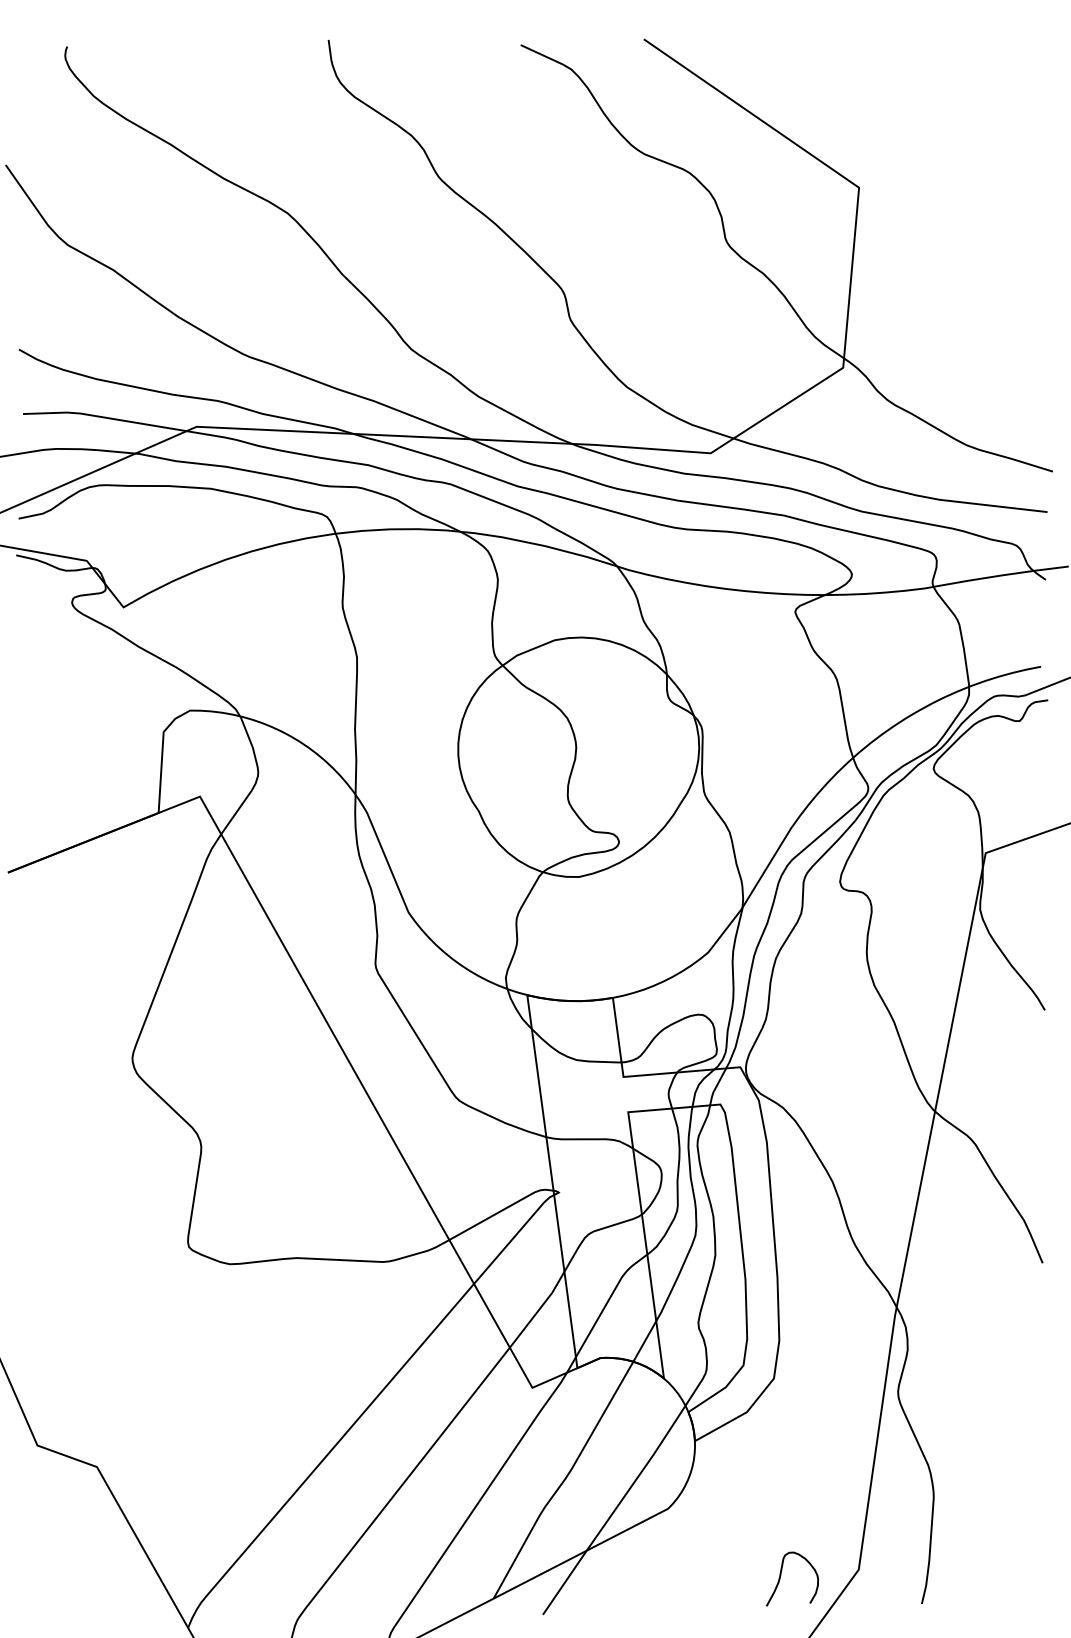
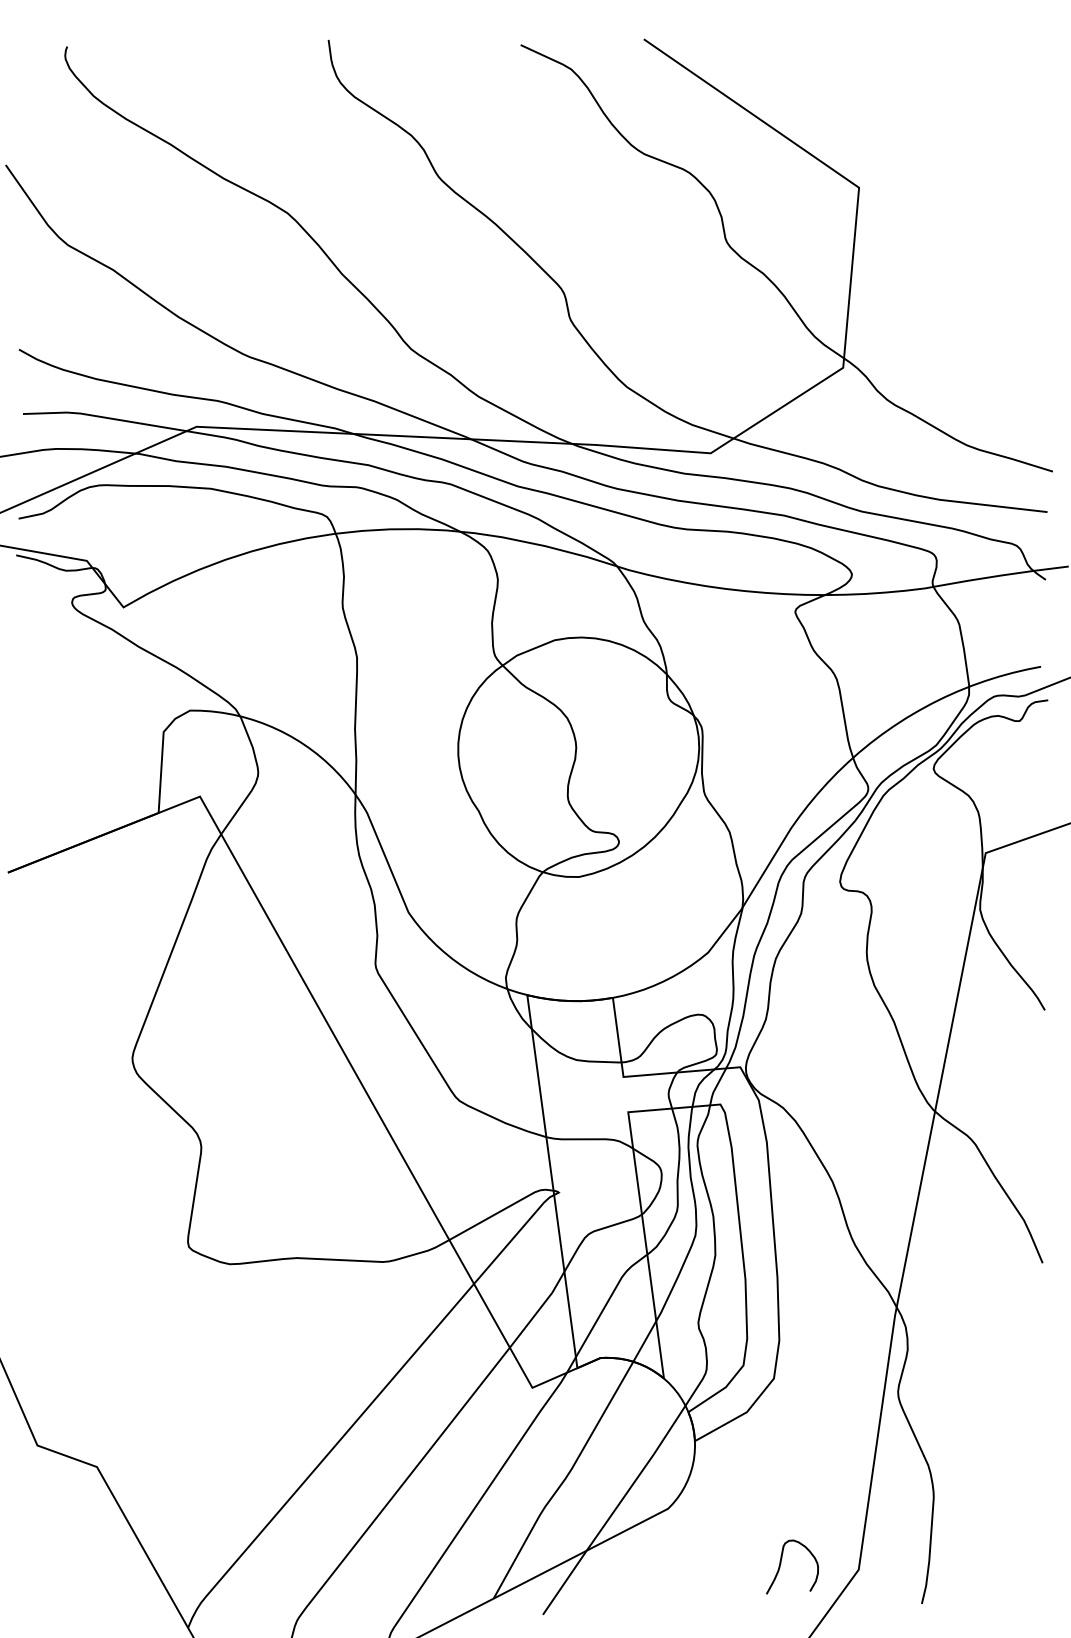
curve at (781, 1575) position: (781, 1575) -> (781, 1563)
